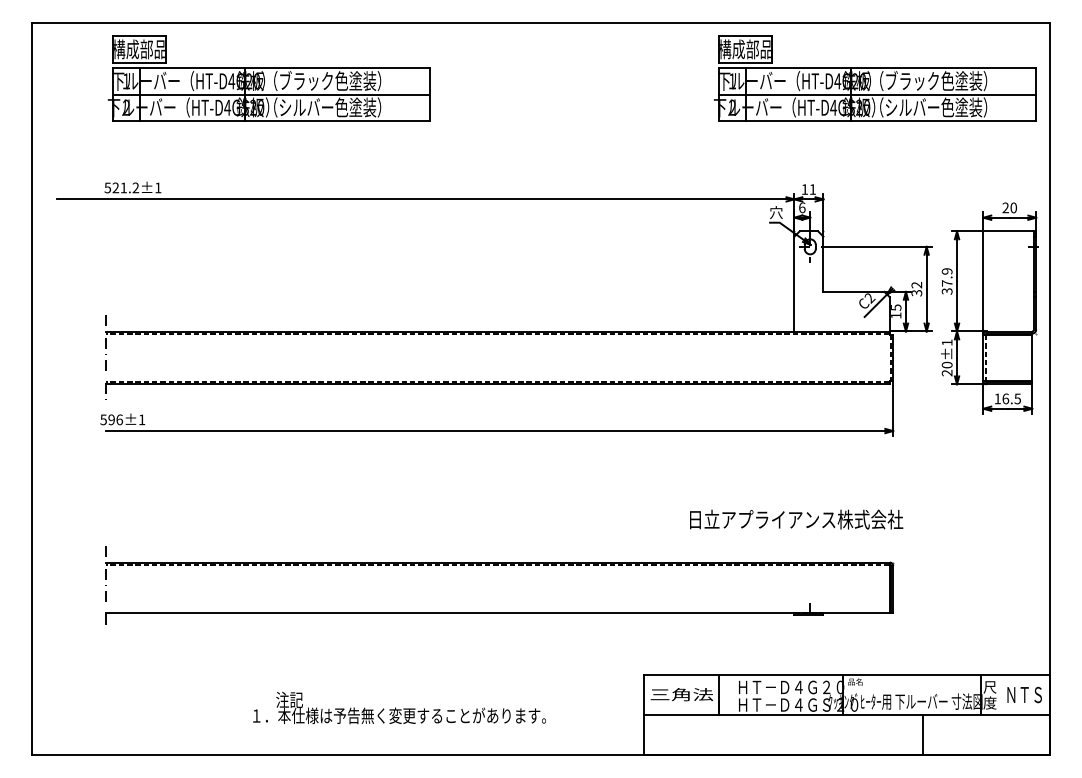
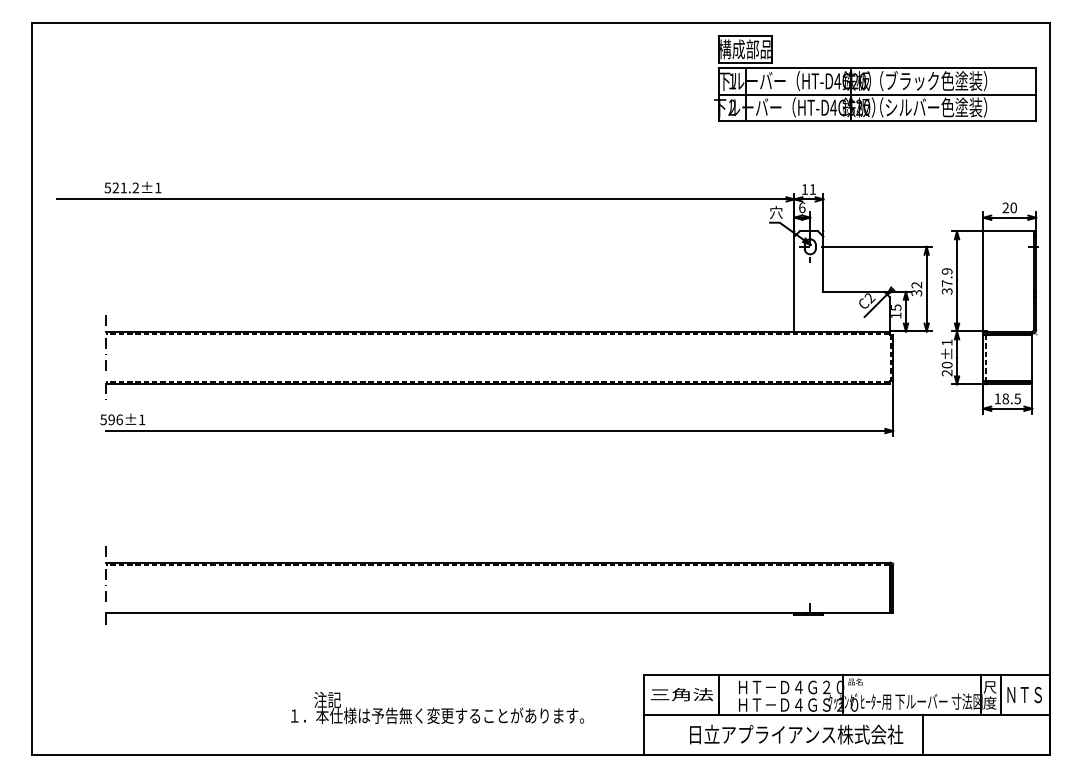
part at (268, 78): present -> none
text at (1005, 398): 16.5 -> 18.5
text at (796, 519) position: (796, 519) -> (796, 734)
line at (1000, 695): none -> present
text at (399, 708) position: (399, 708) -> (437, 708)
